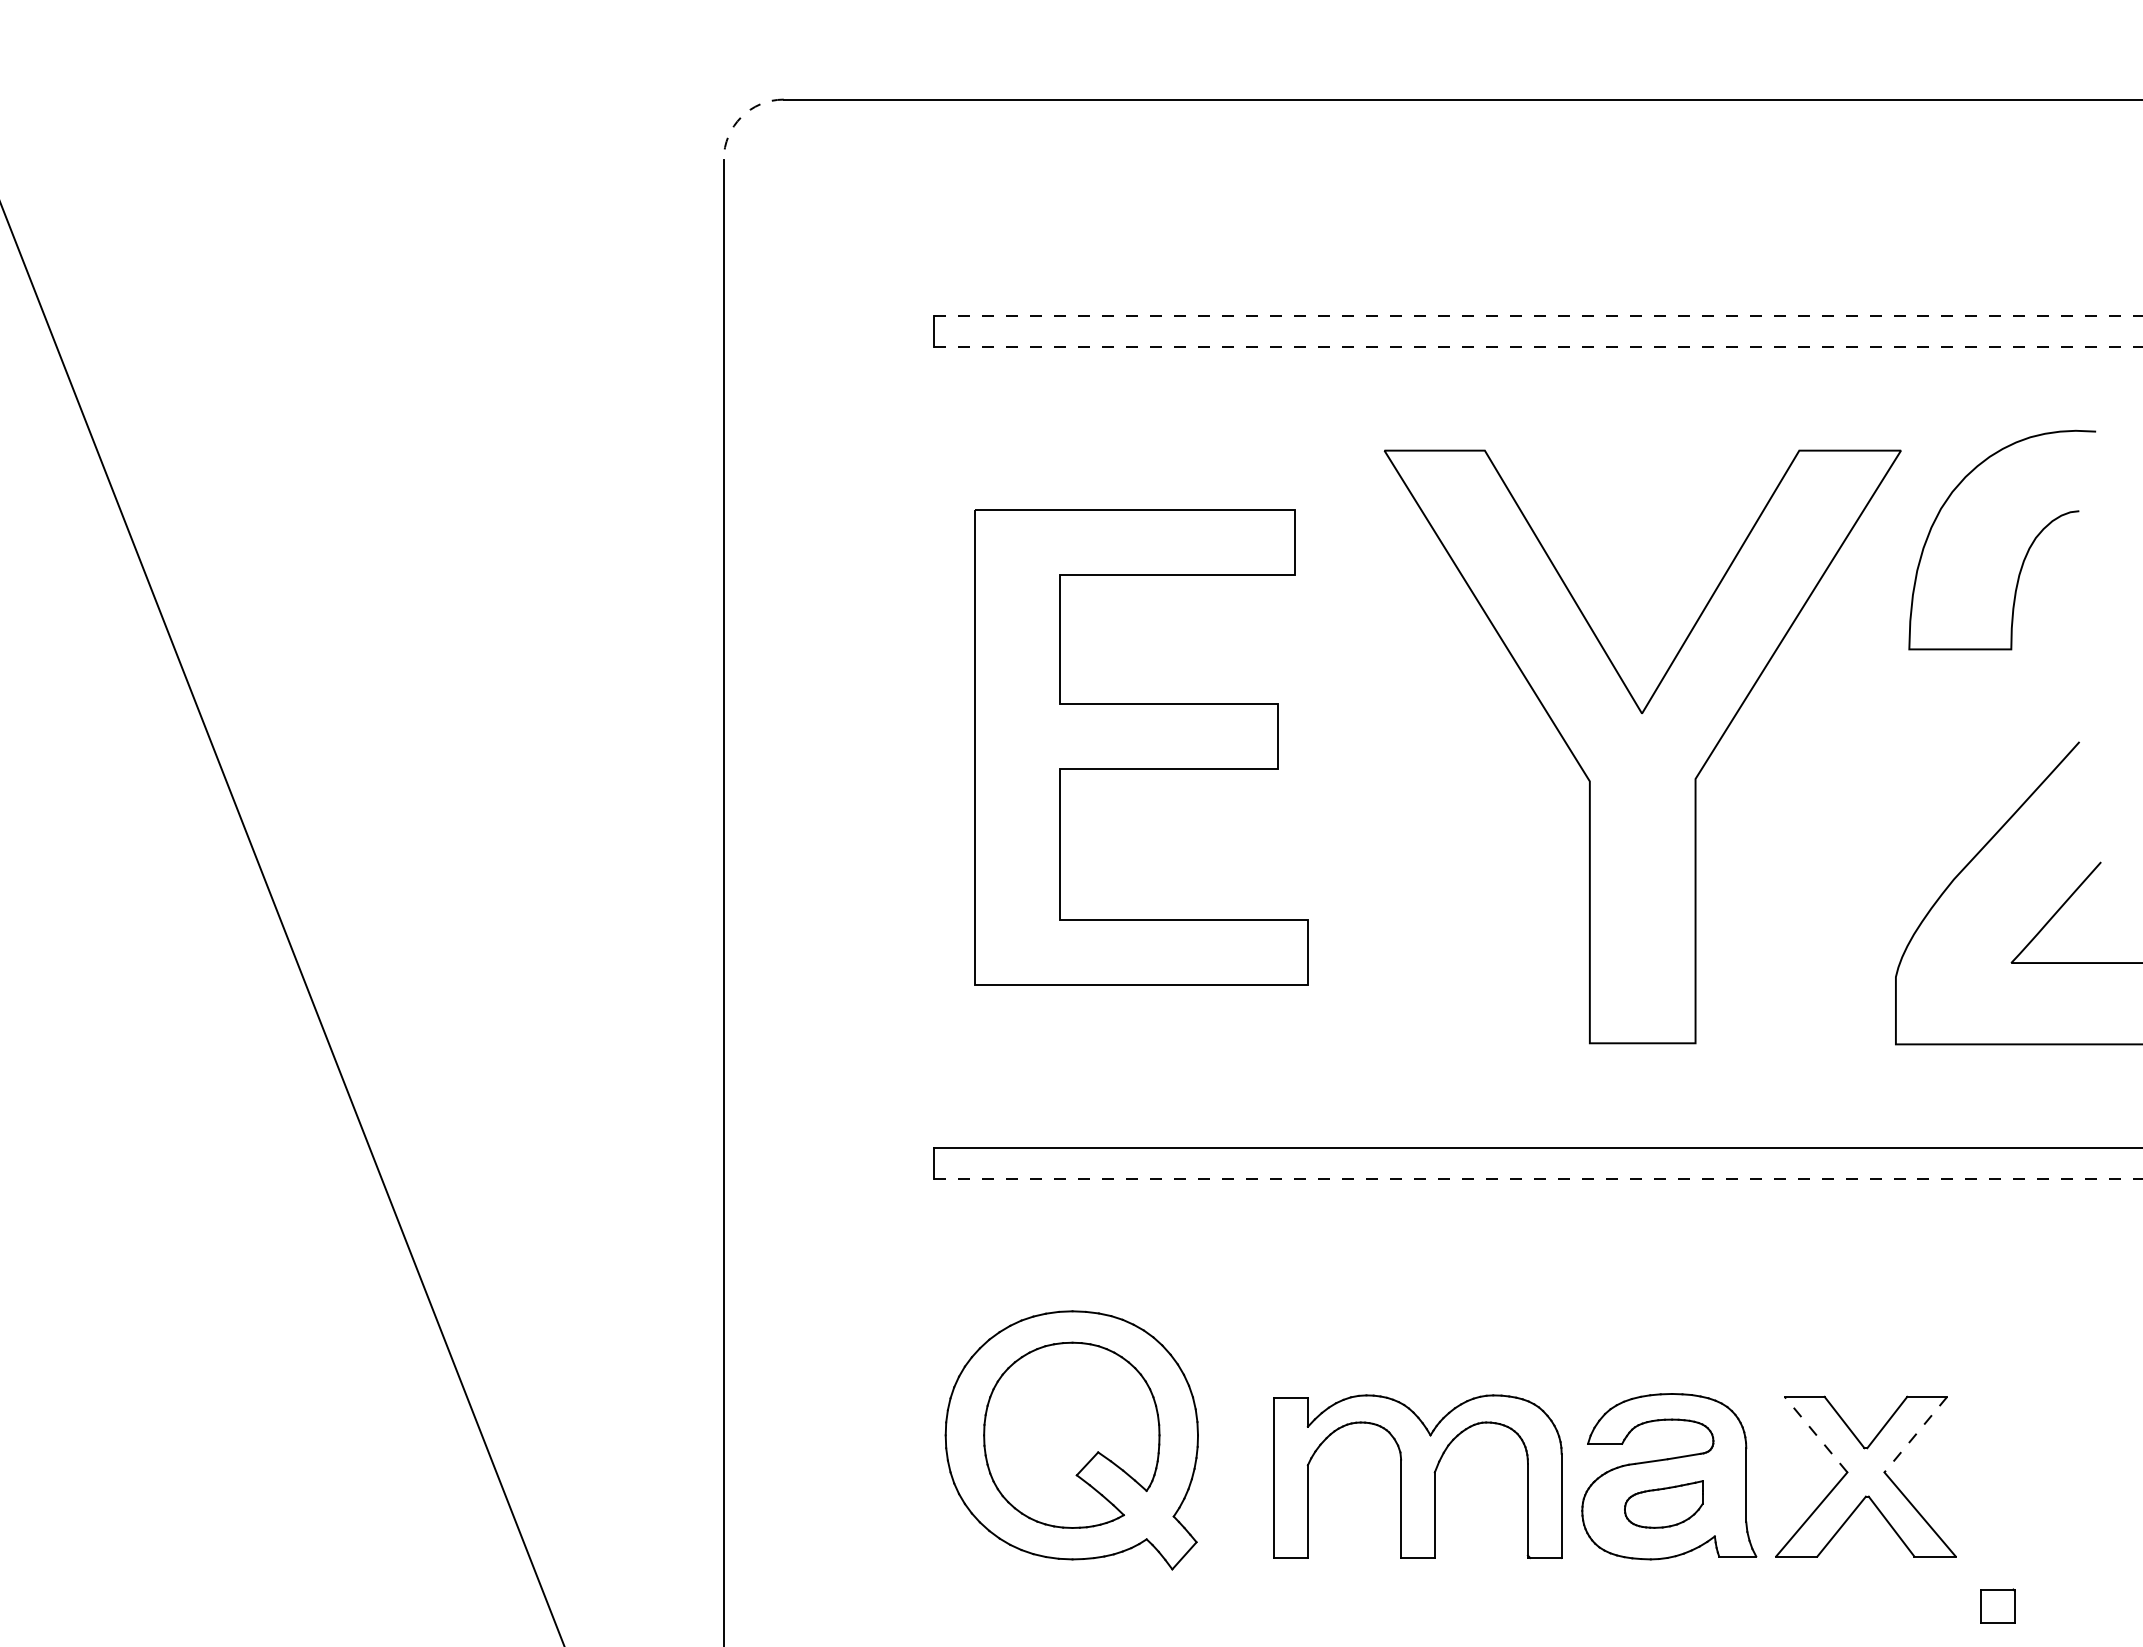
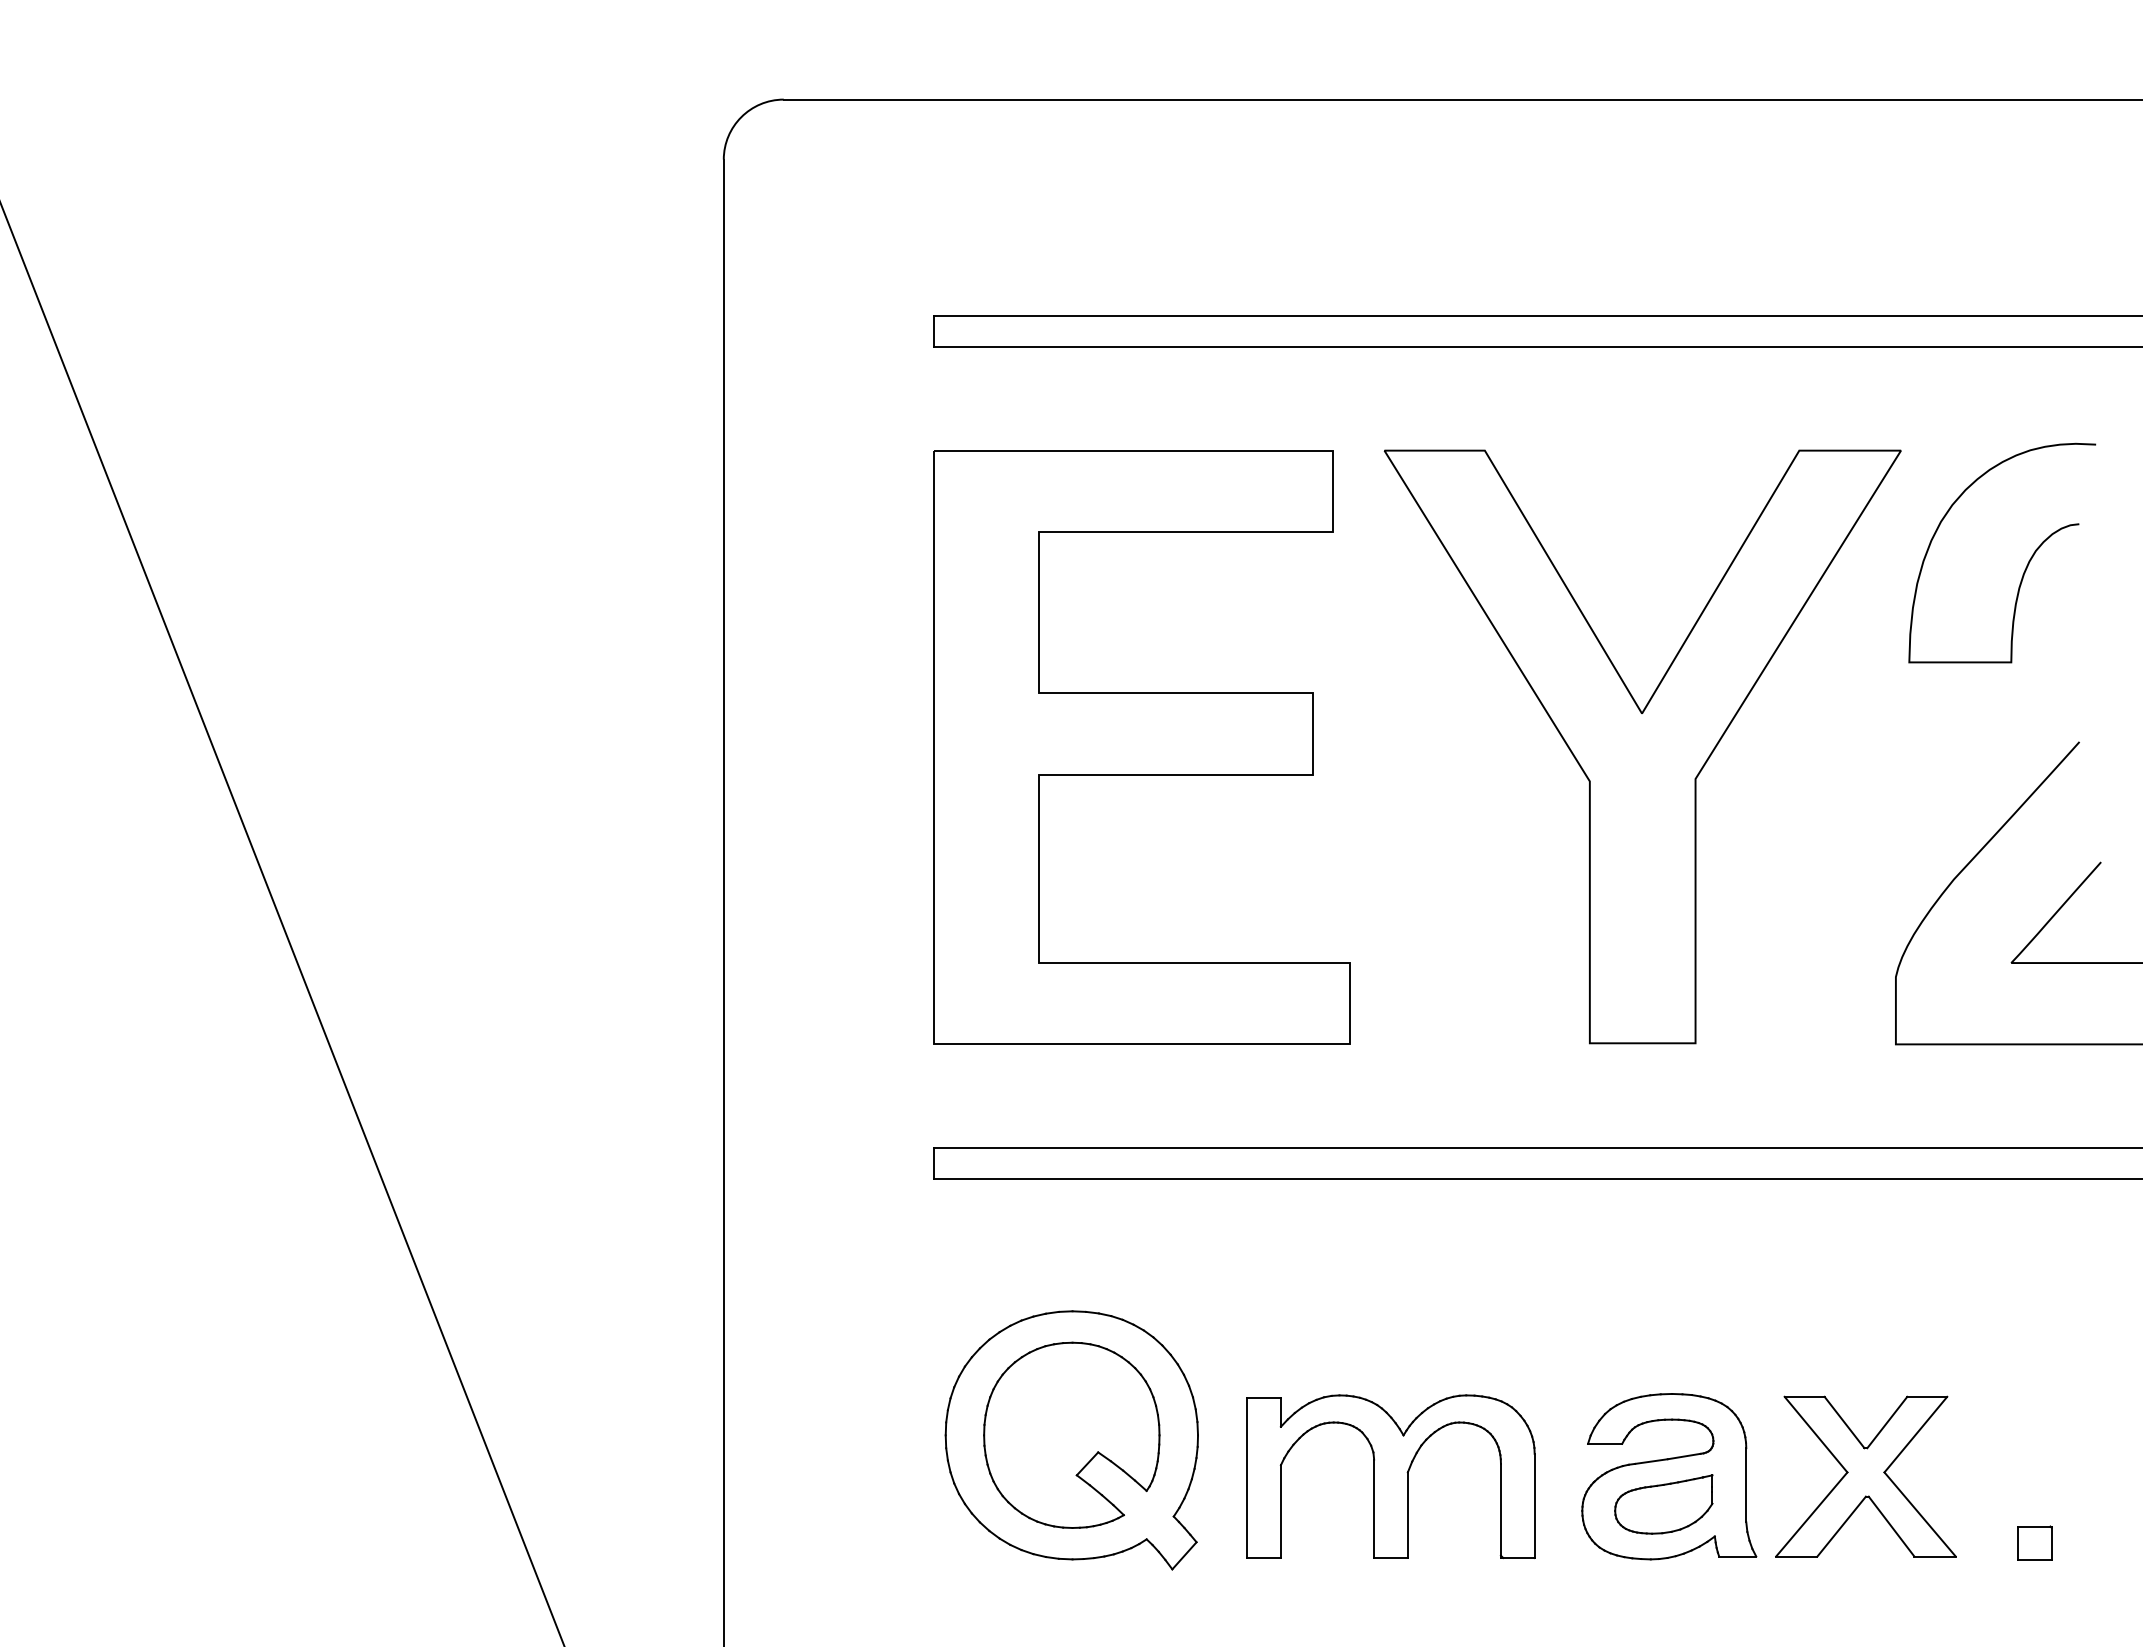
arc at (741, 117): dashed -> solid
line at (1537, 315): dashed -> solid
line at (1537, 346): dashed -> solid
curve at (2026, 552) position: (2026, 552) -> (2026, 565)
part at (1141, 747) size: 335x477 px -> 418x595 px
line at (1538, 1179): dashed -> solid
line at (1815, 1434): dashed -> solid
line at (1915, 1435): dashed -> solid
part at (1417, 1476) position: (1417, 1476) -> (1390, 1476)
part at (1663, 1504) size: 80x49 px -> 100x61 px
part at (1997, 1605) position: (1997, 1605) -> (2034, 1542)
